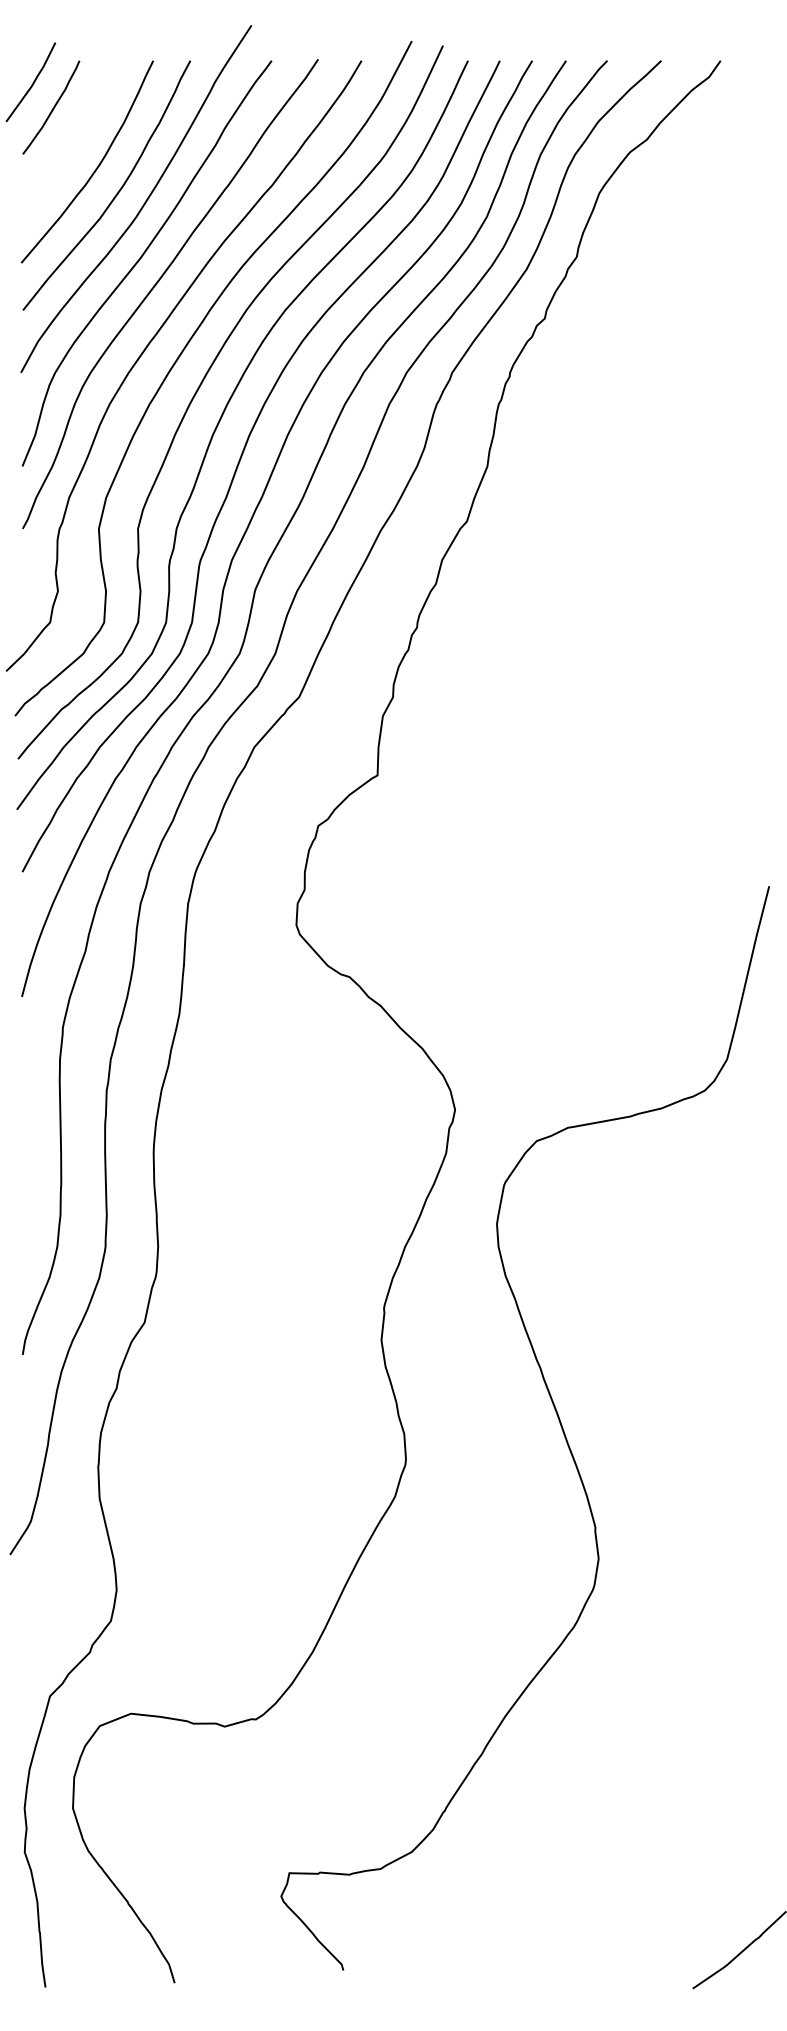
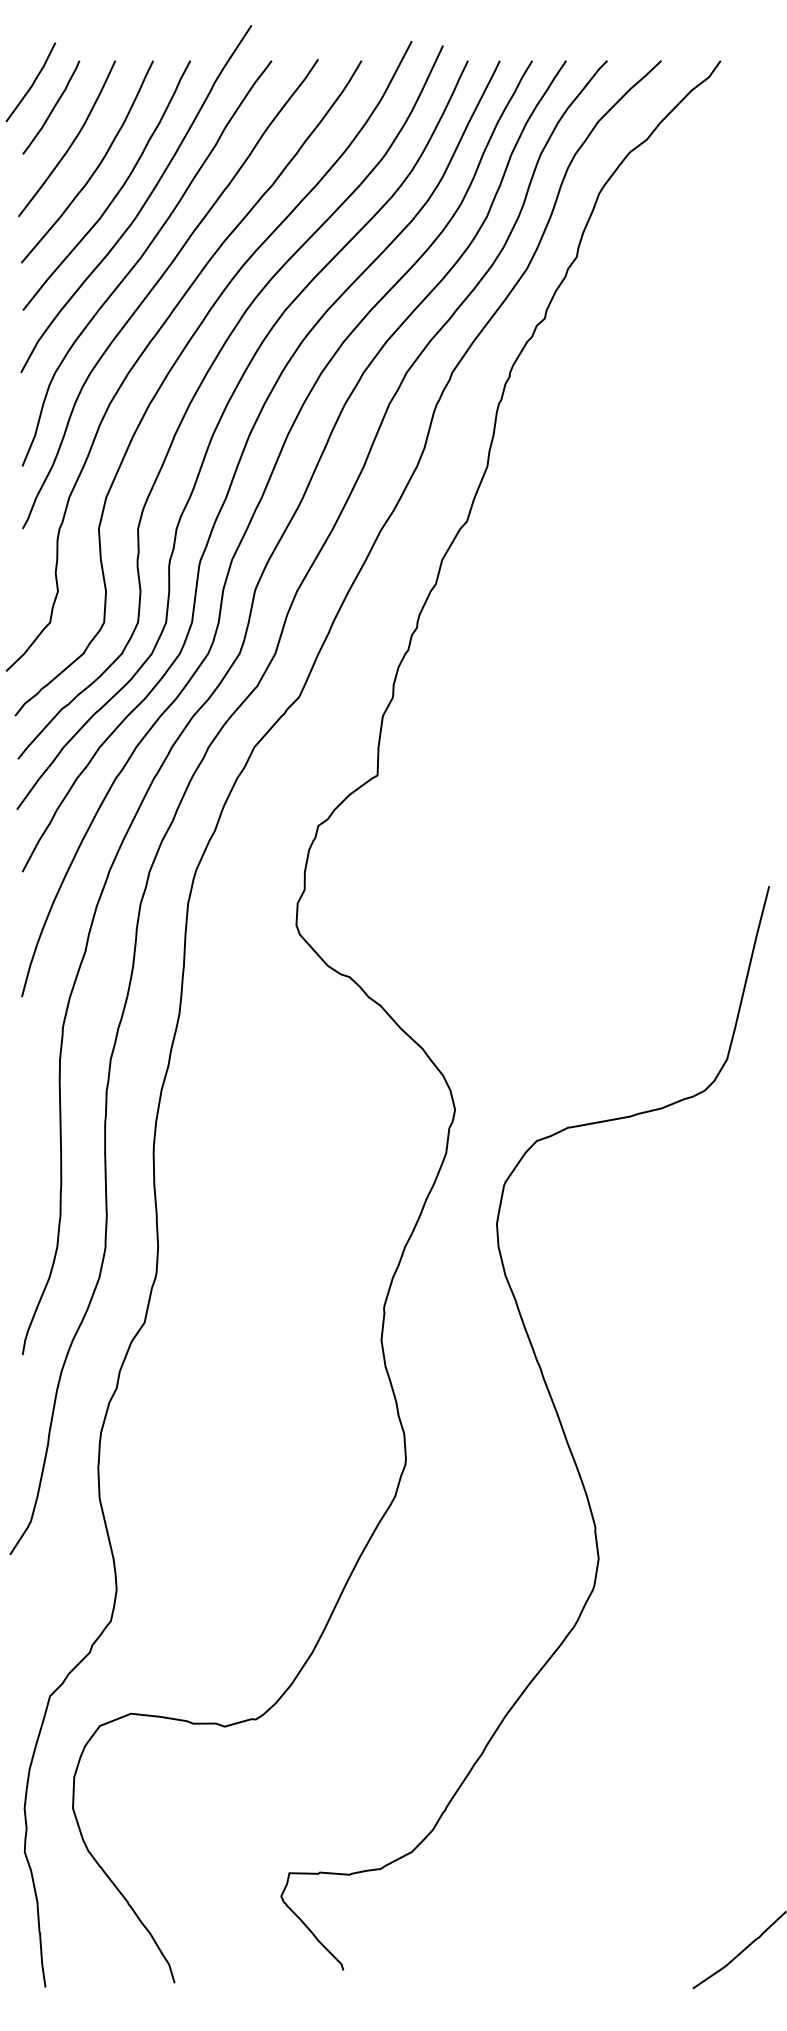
curve at (71, 142): none -> present
